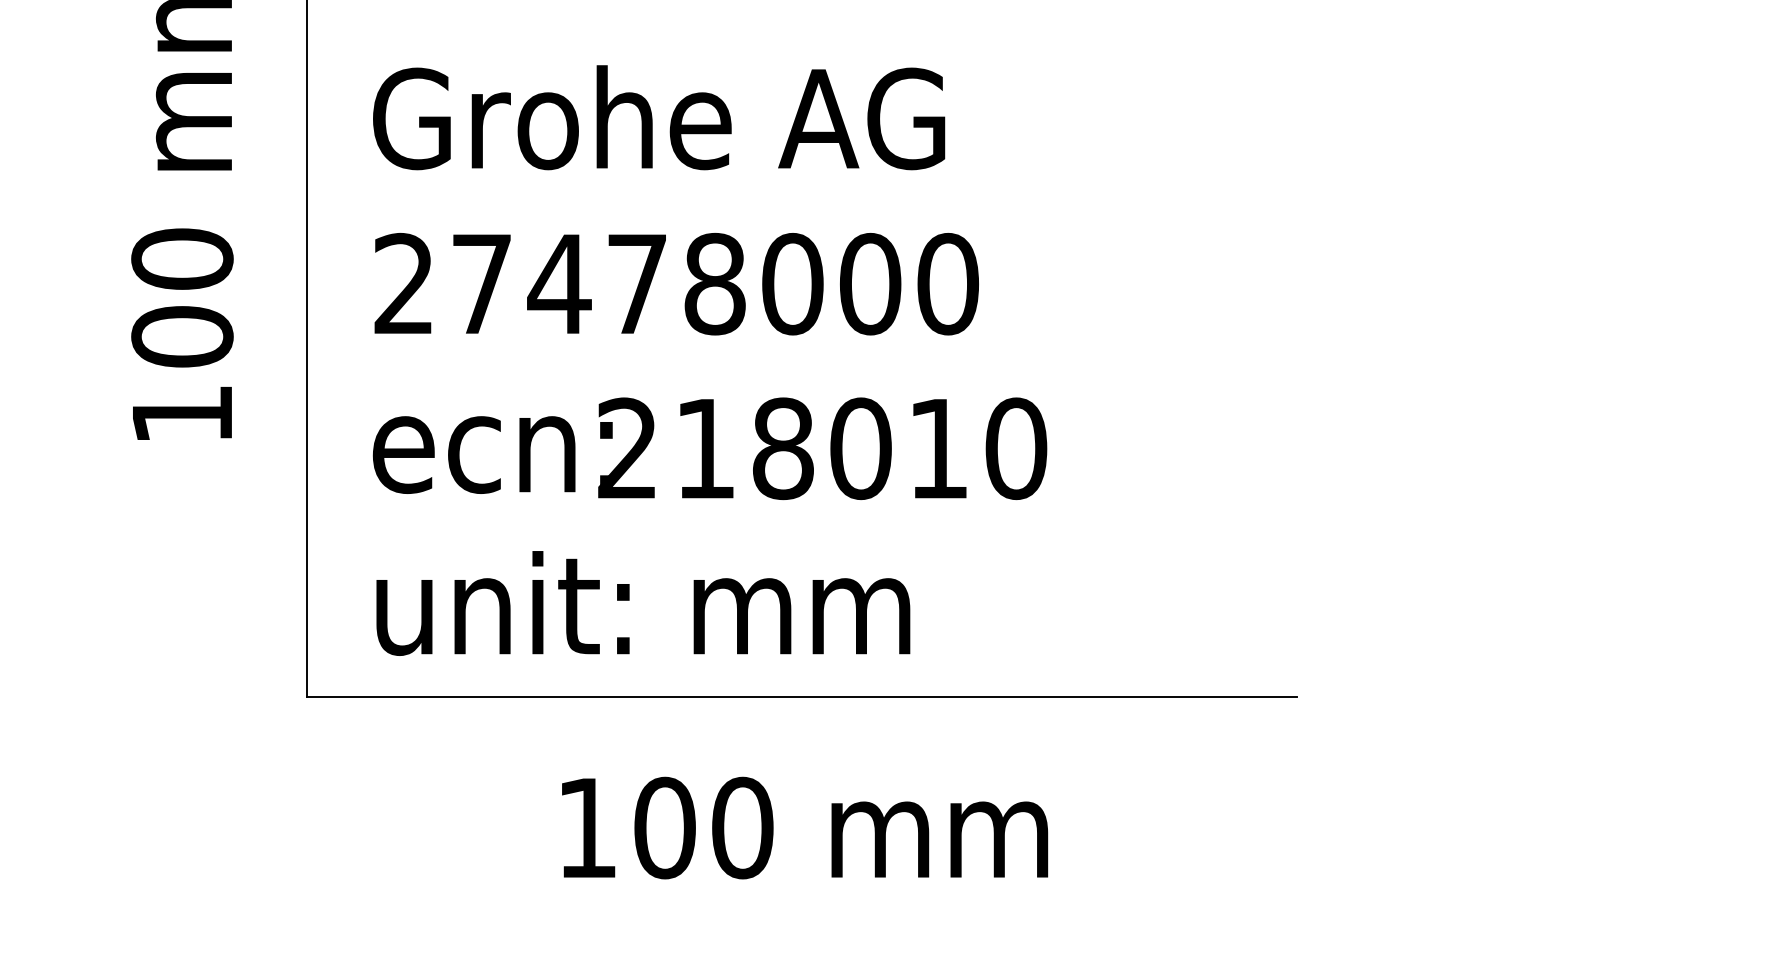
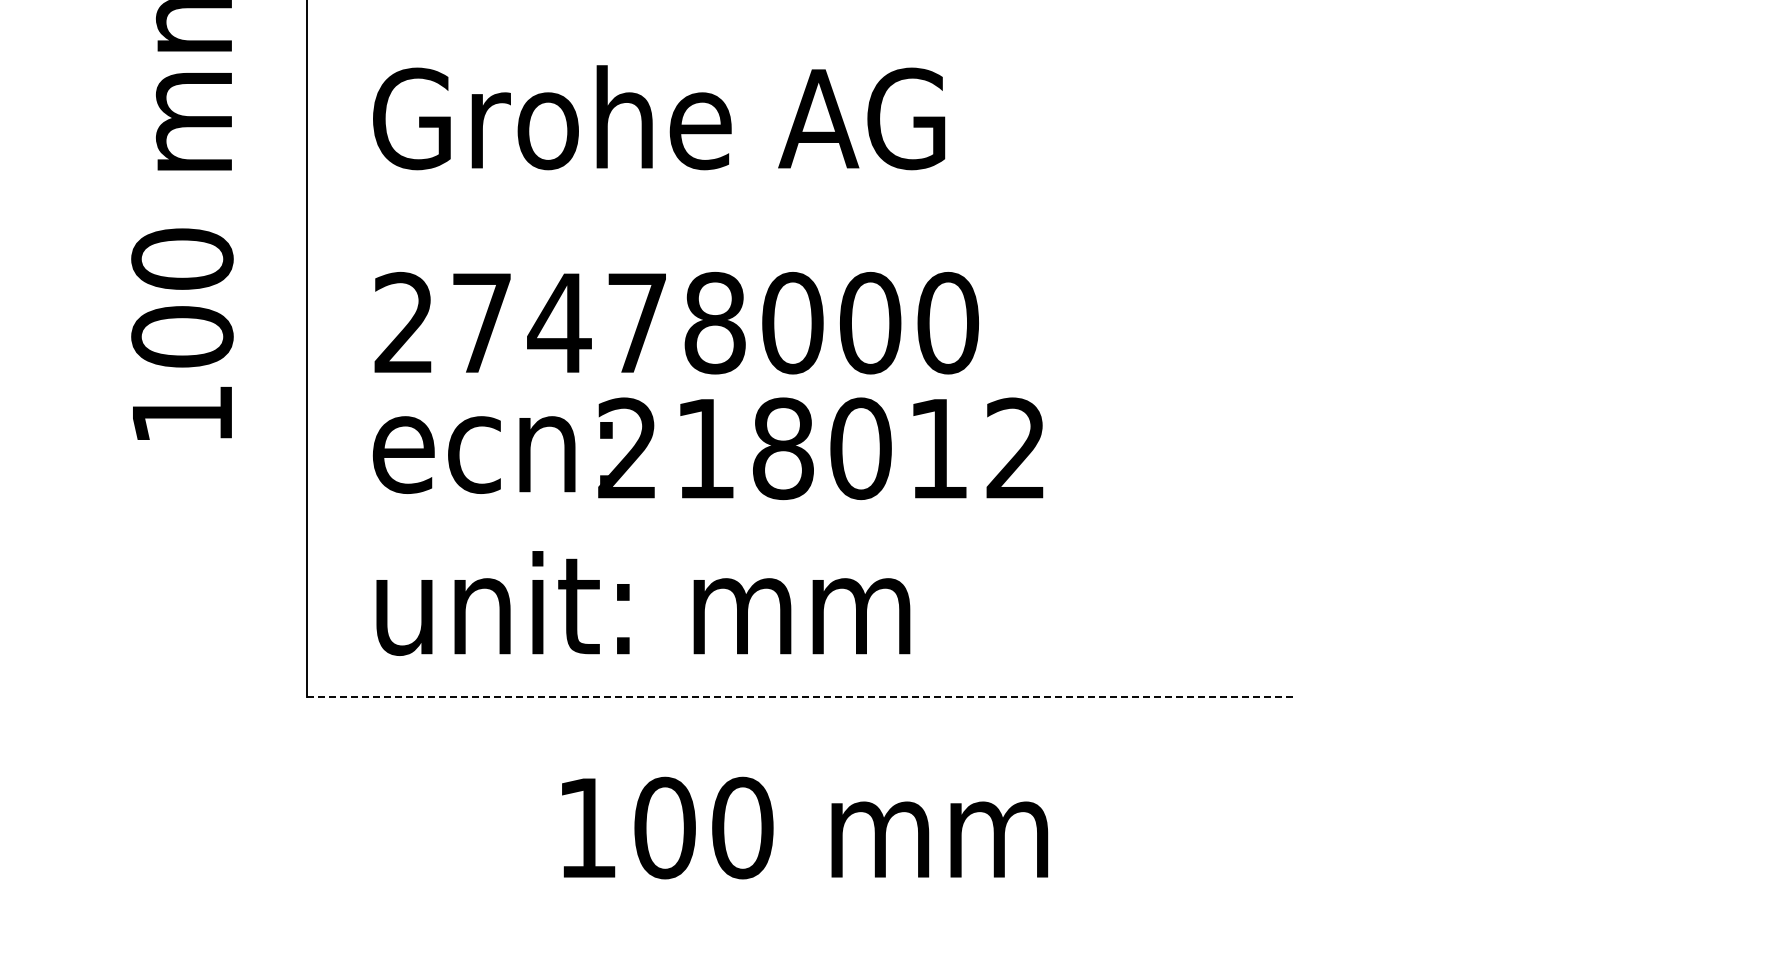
text at (676, 284) position: (676, 284) -> (676, 323)
text at (1016, 448): 218010 -> 218012
line at (802, 697): solid -> dashed
